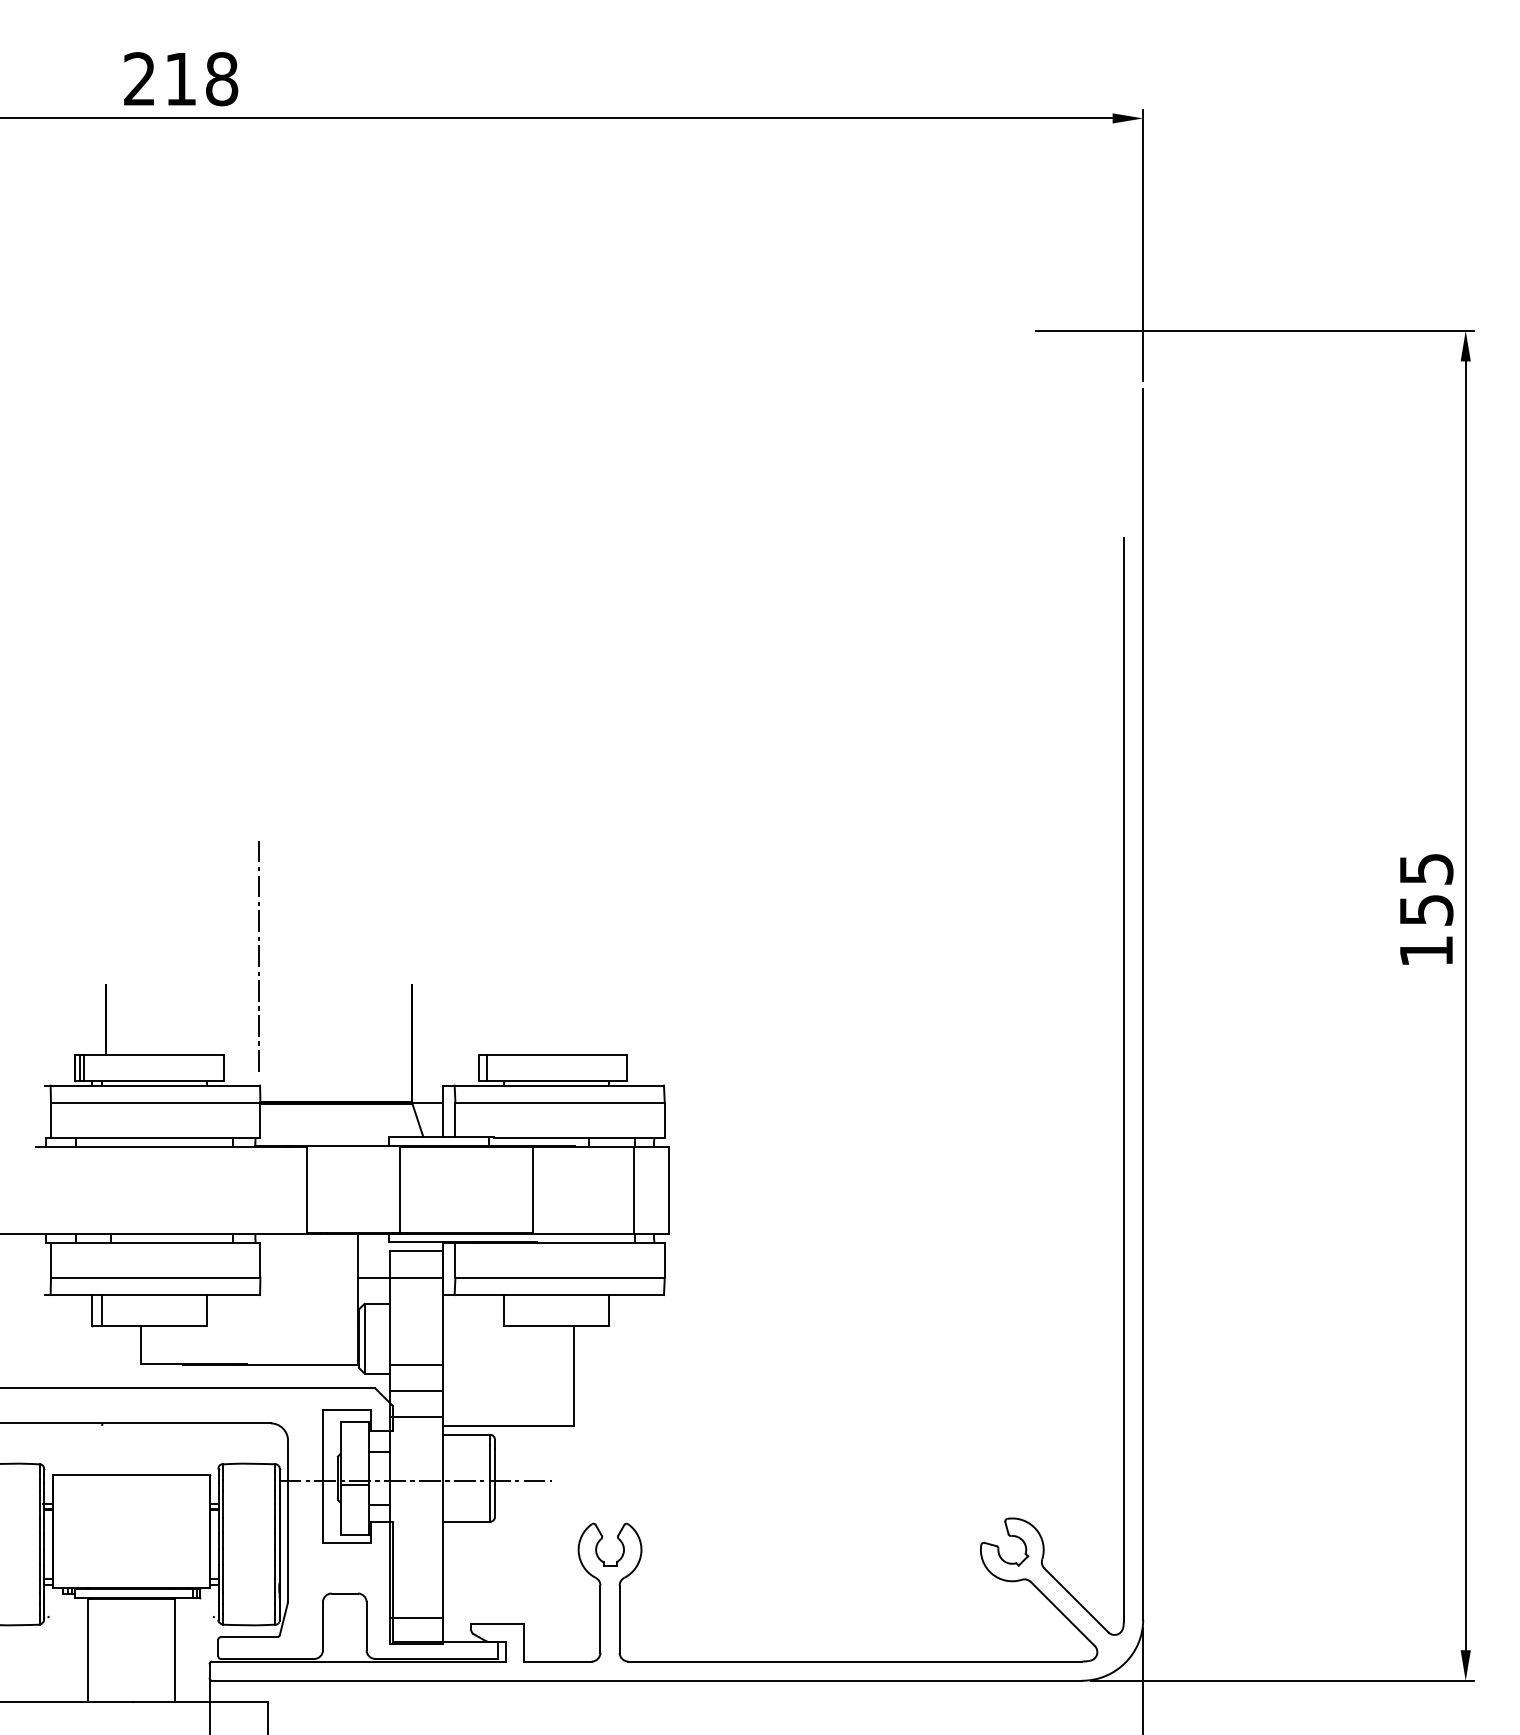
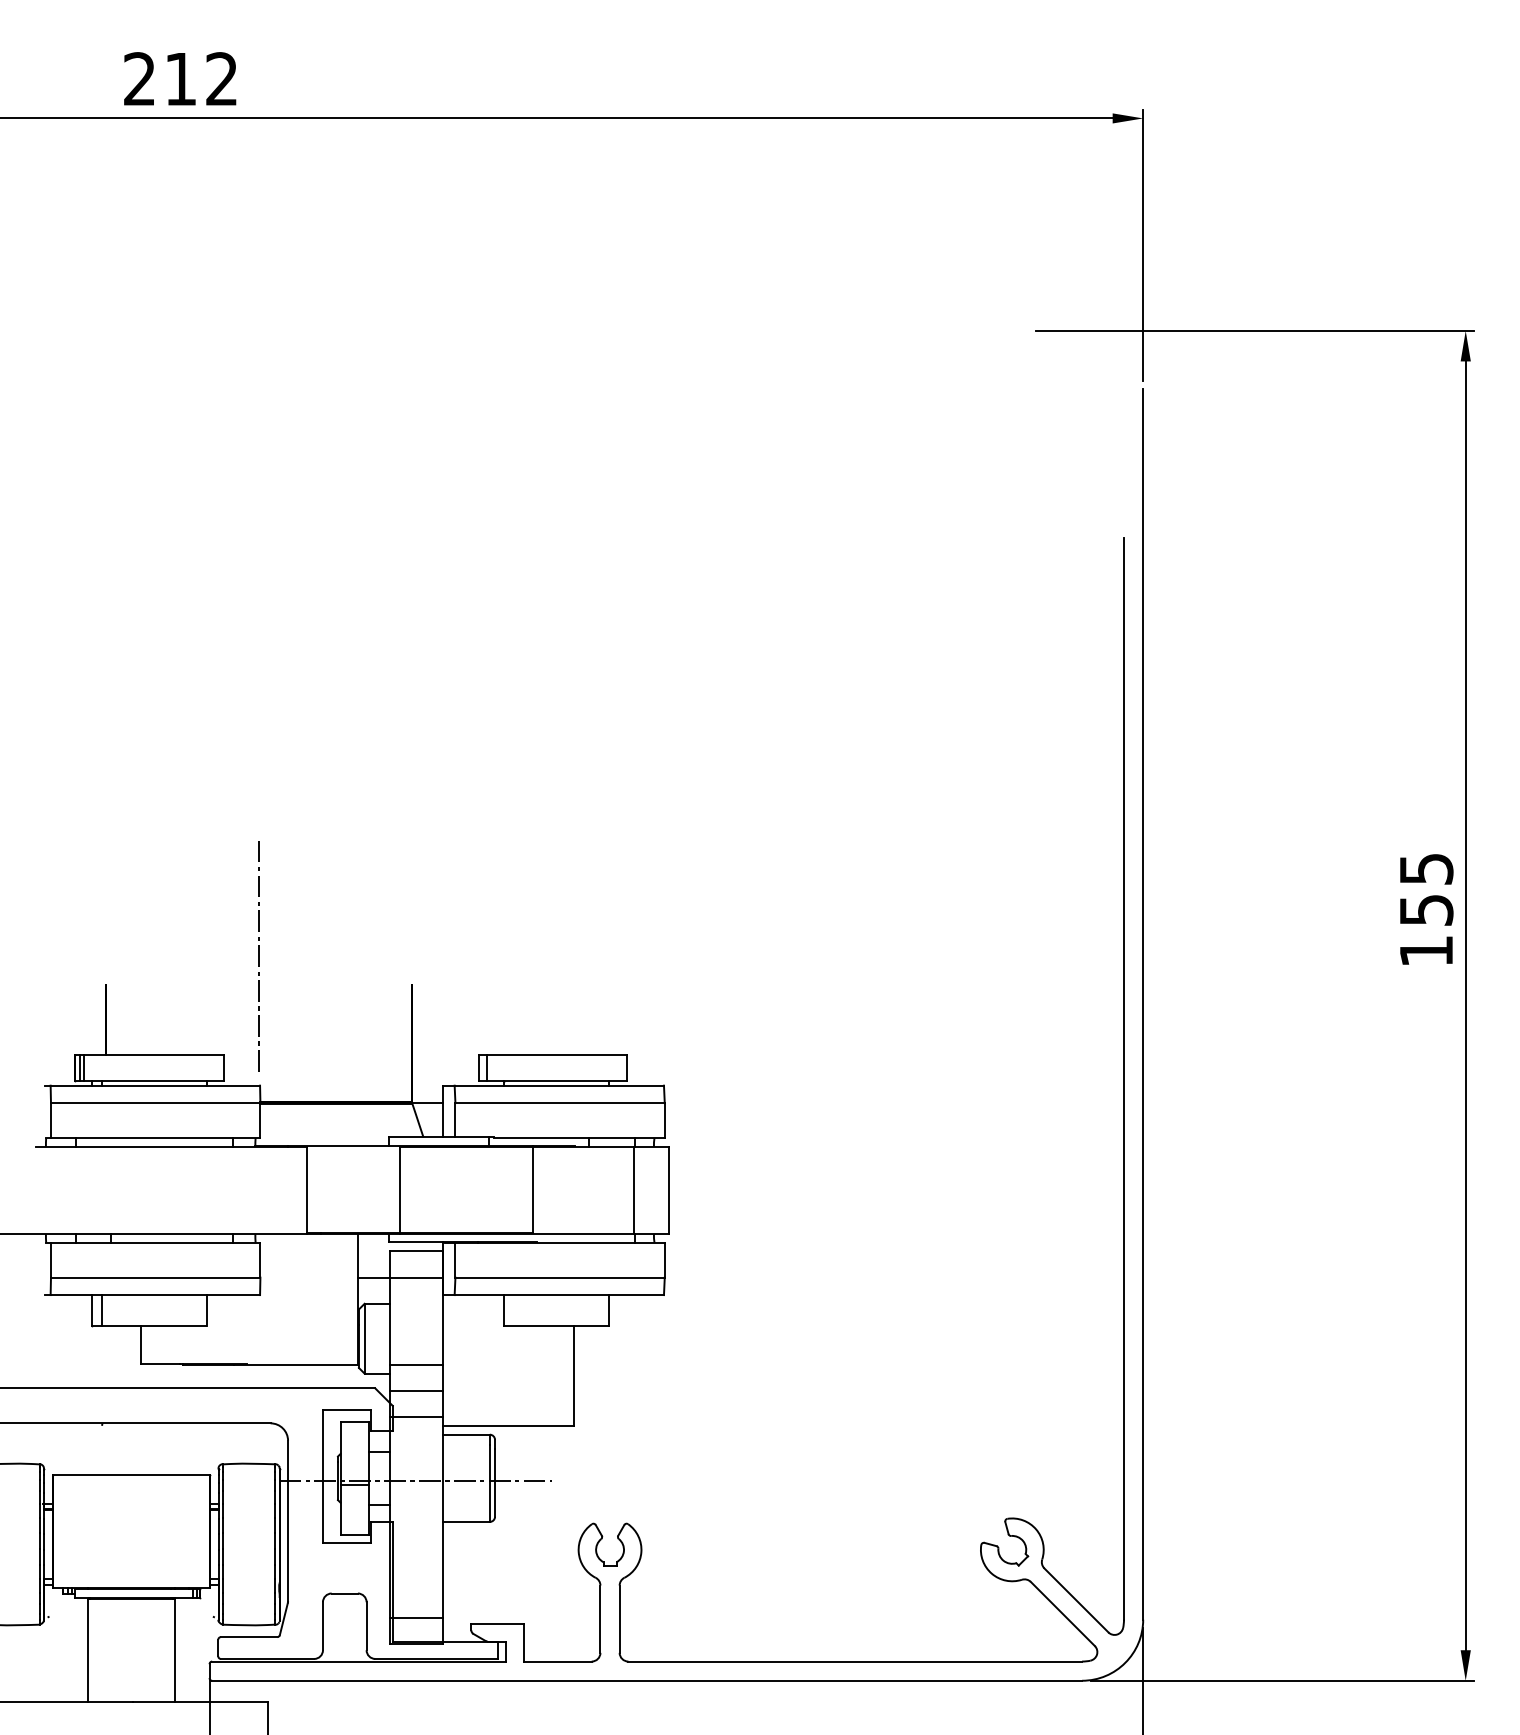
text at (222, 79): 218 -> 212
